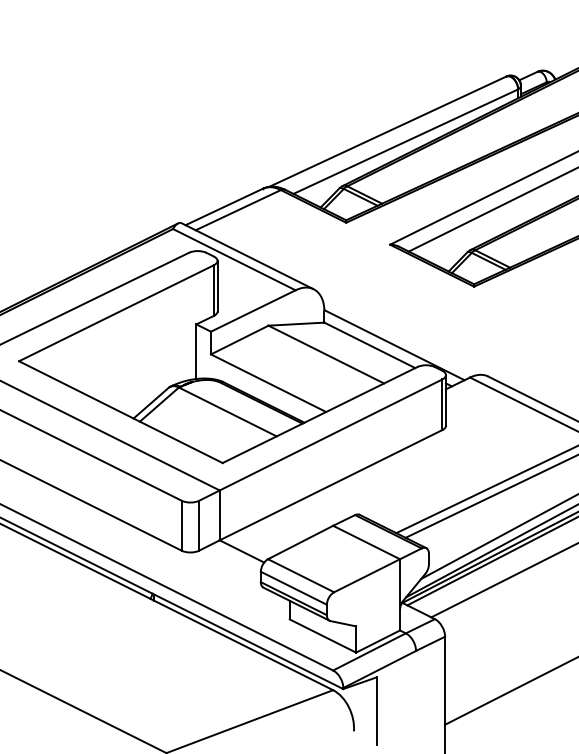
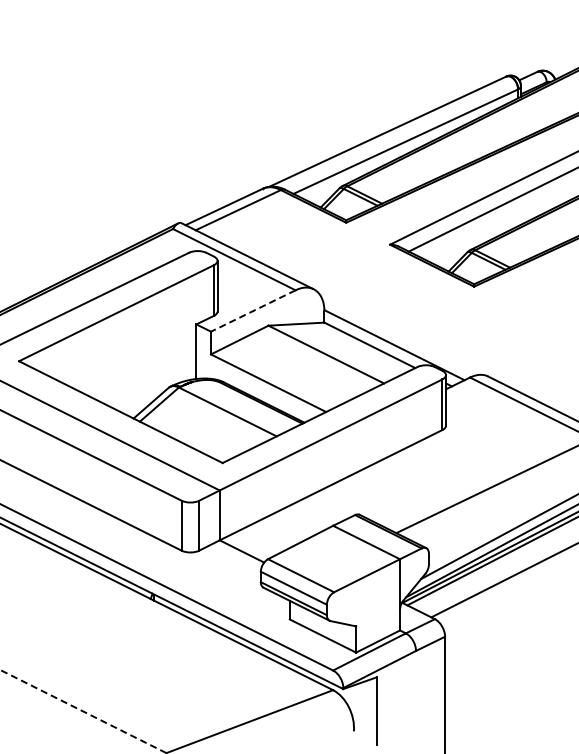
line at (252, 311): solid -> dashed
line at (490, 496): present -> none
line at (510, 691): present -> none
line at (83, 711): solid -> dashed
